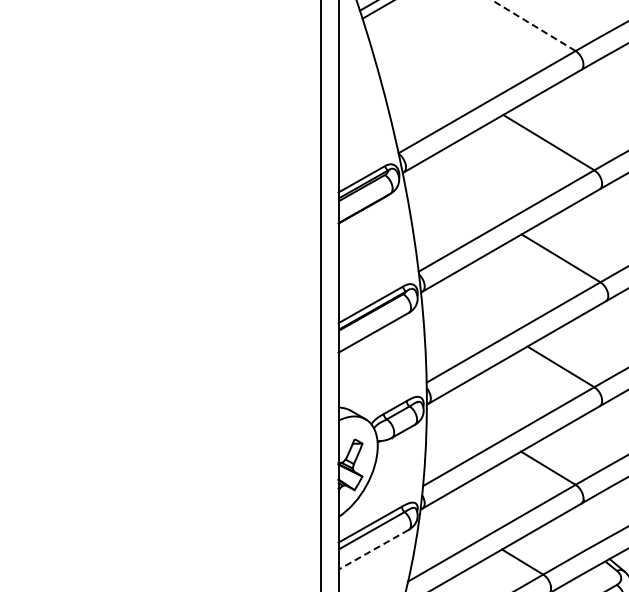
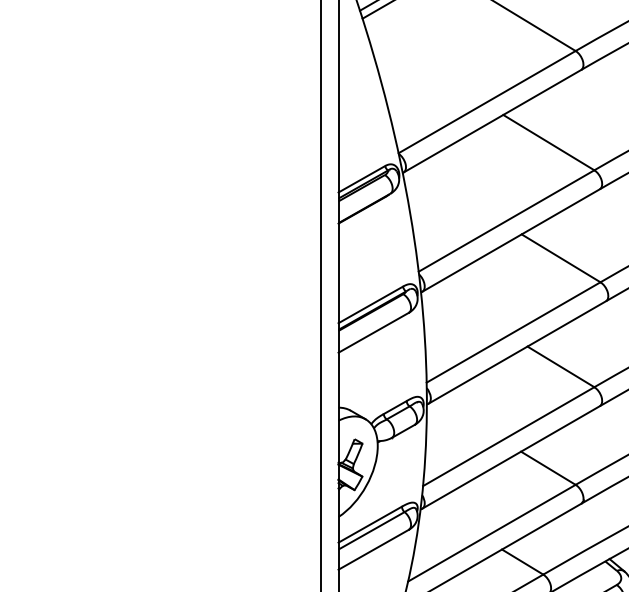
line at (533, 25): dashed -> solid
line at (373, 550): dashed -> solid
